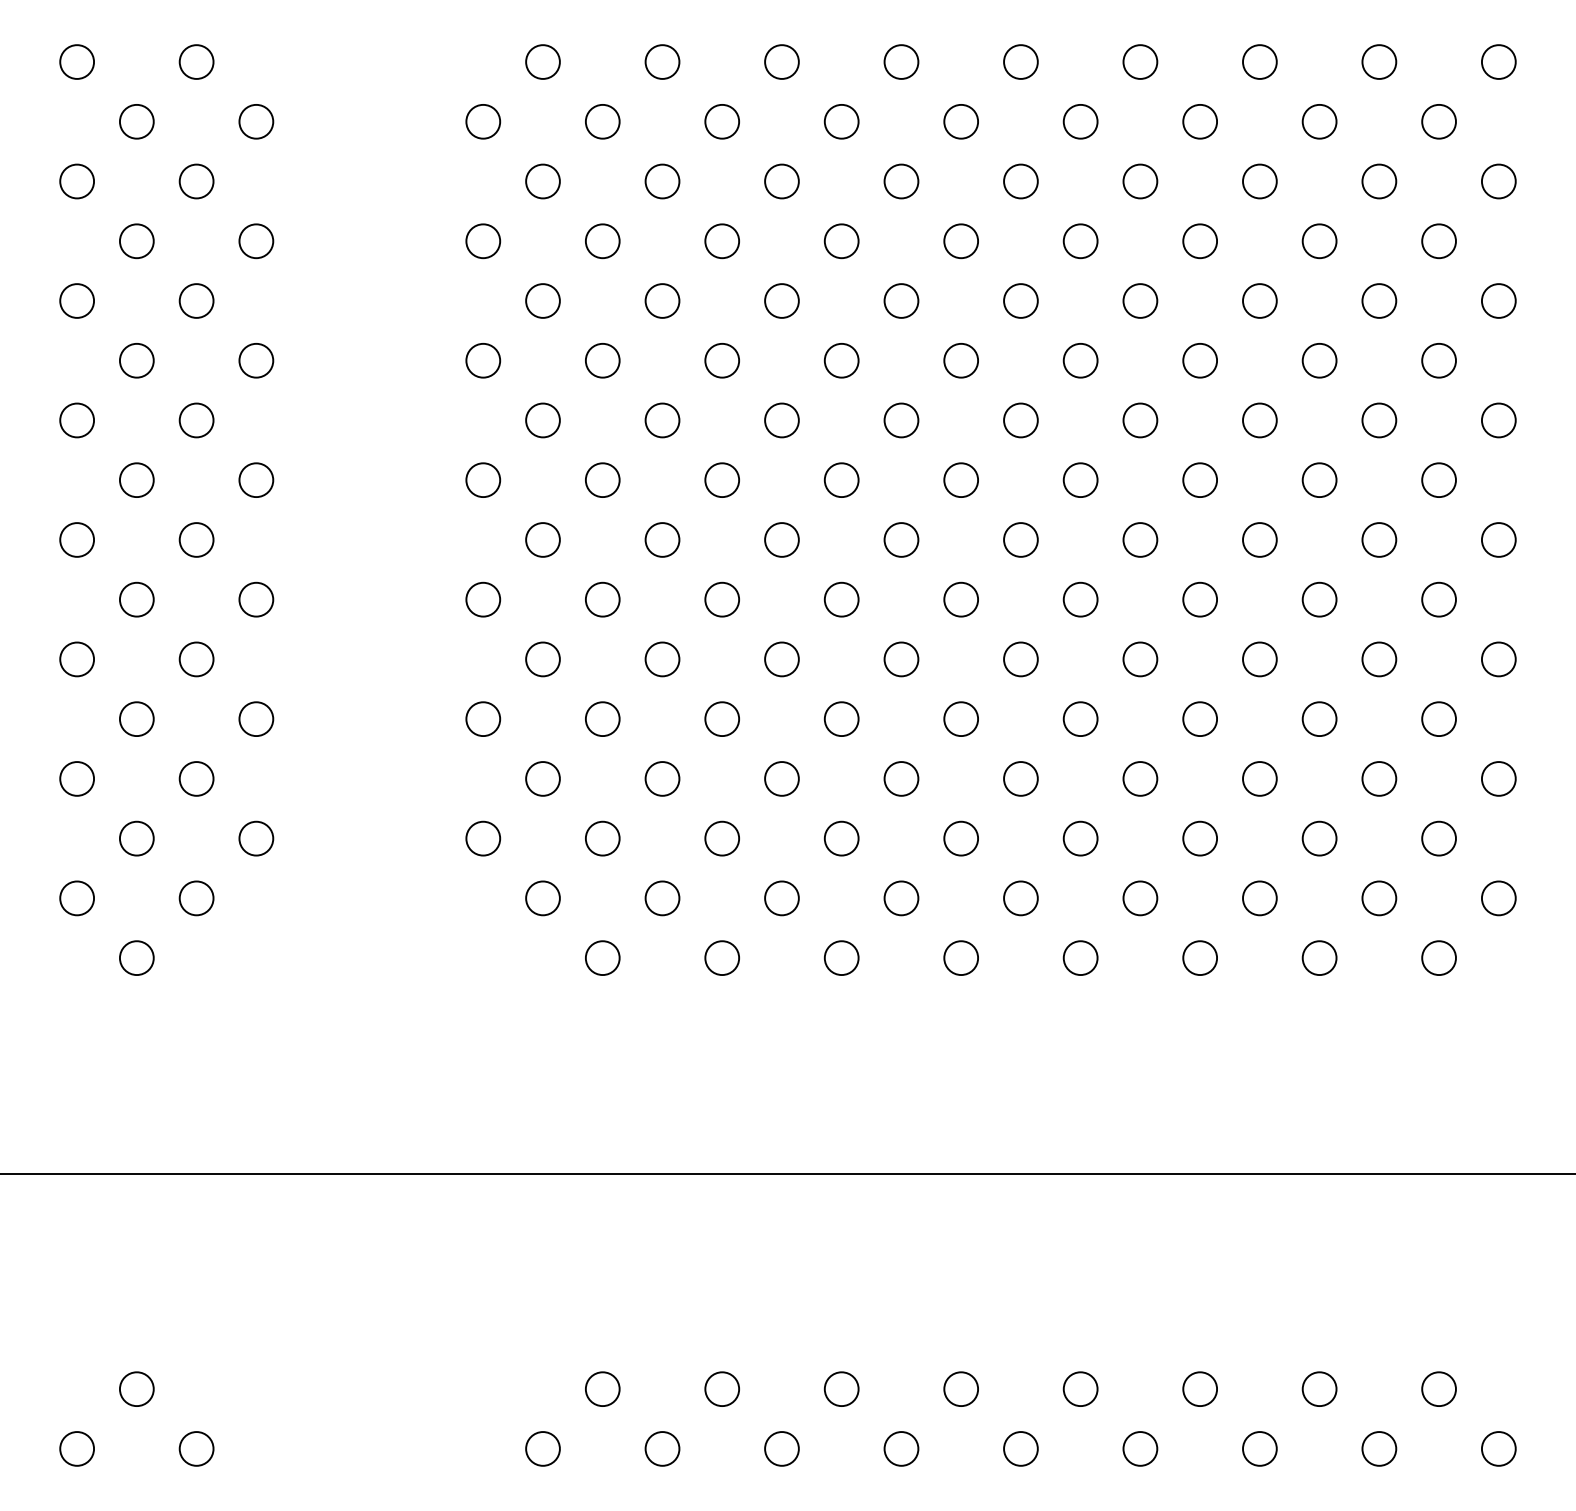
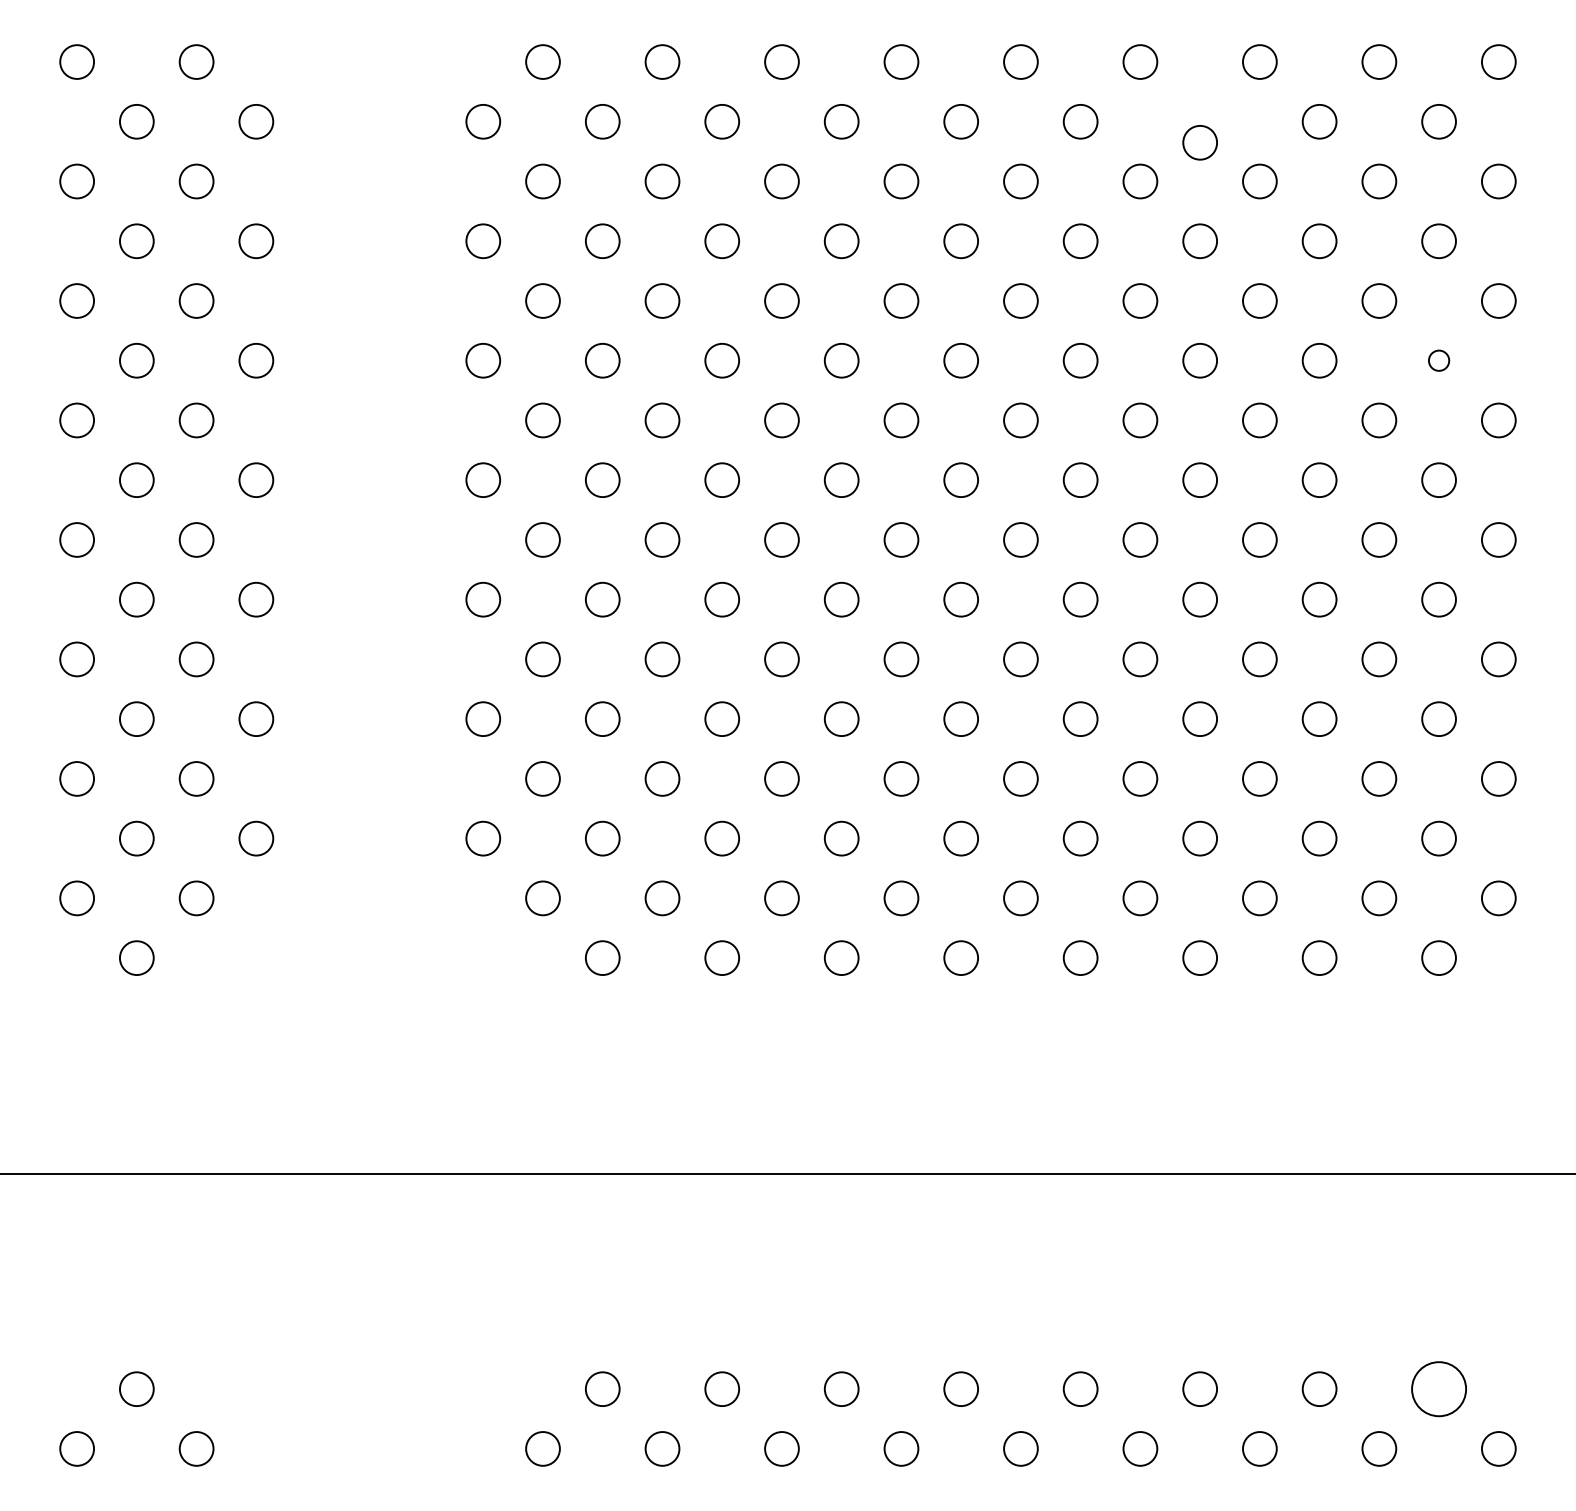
circle at (1199, 121) position: (1199, 121) -> (1199, 142)
circle at (1438, 360) diameter: 34 px -> 20 px
circle at (1438, 1389) diameter: 34 px -> 54 px
